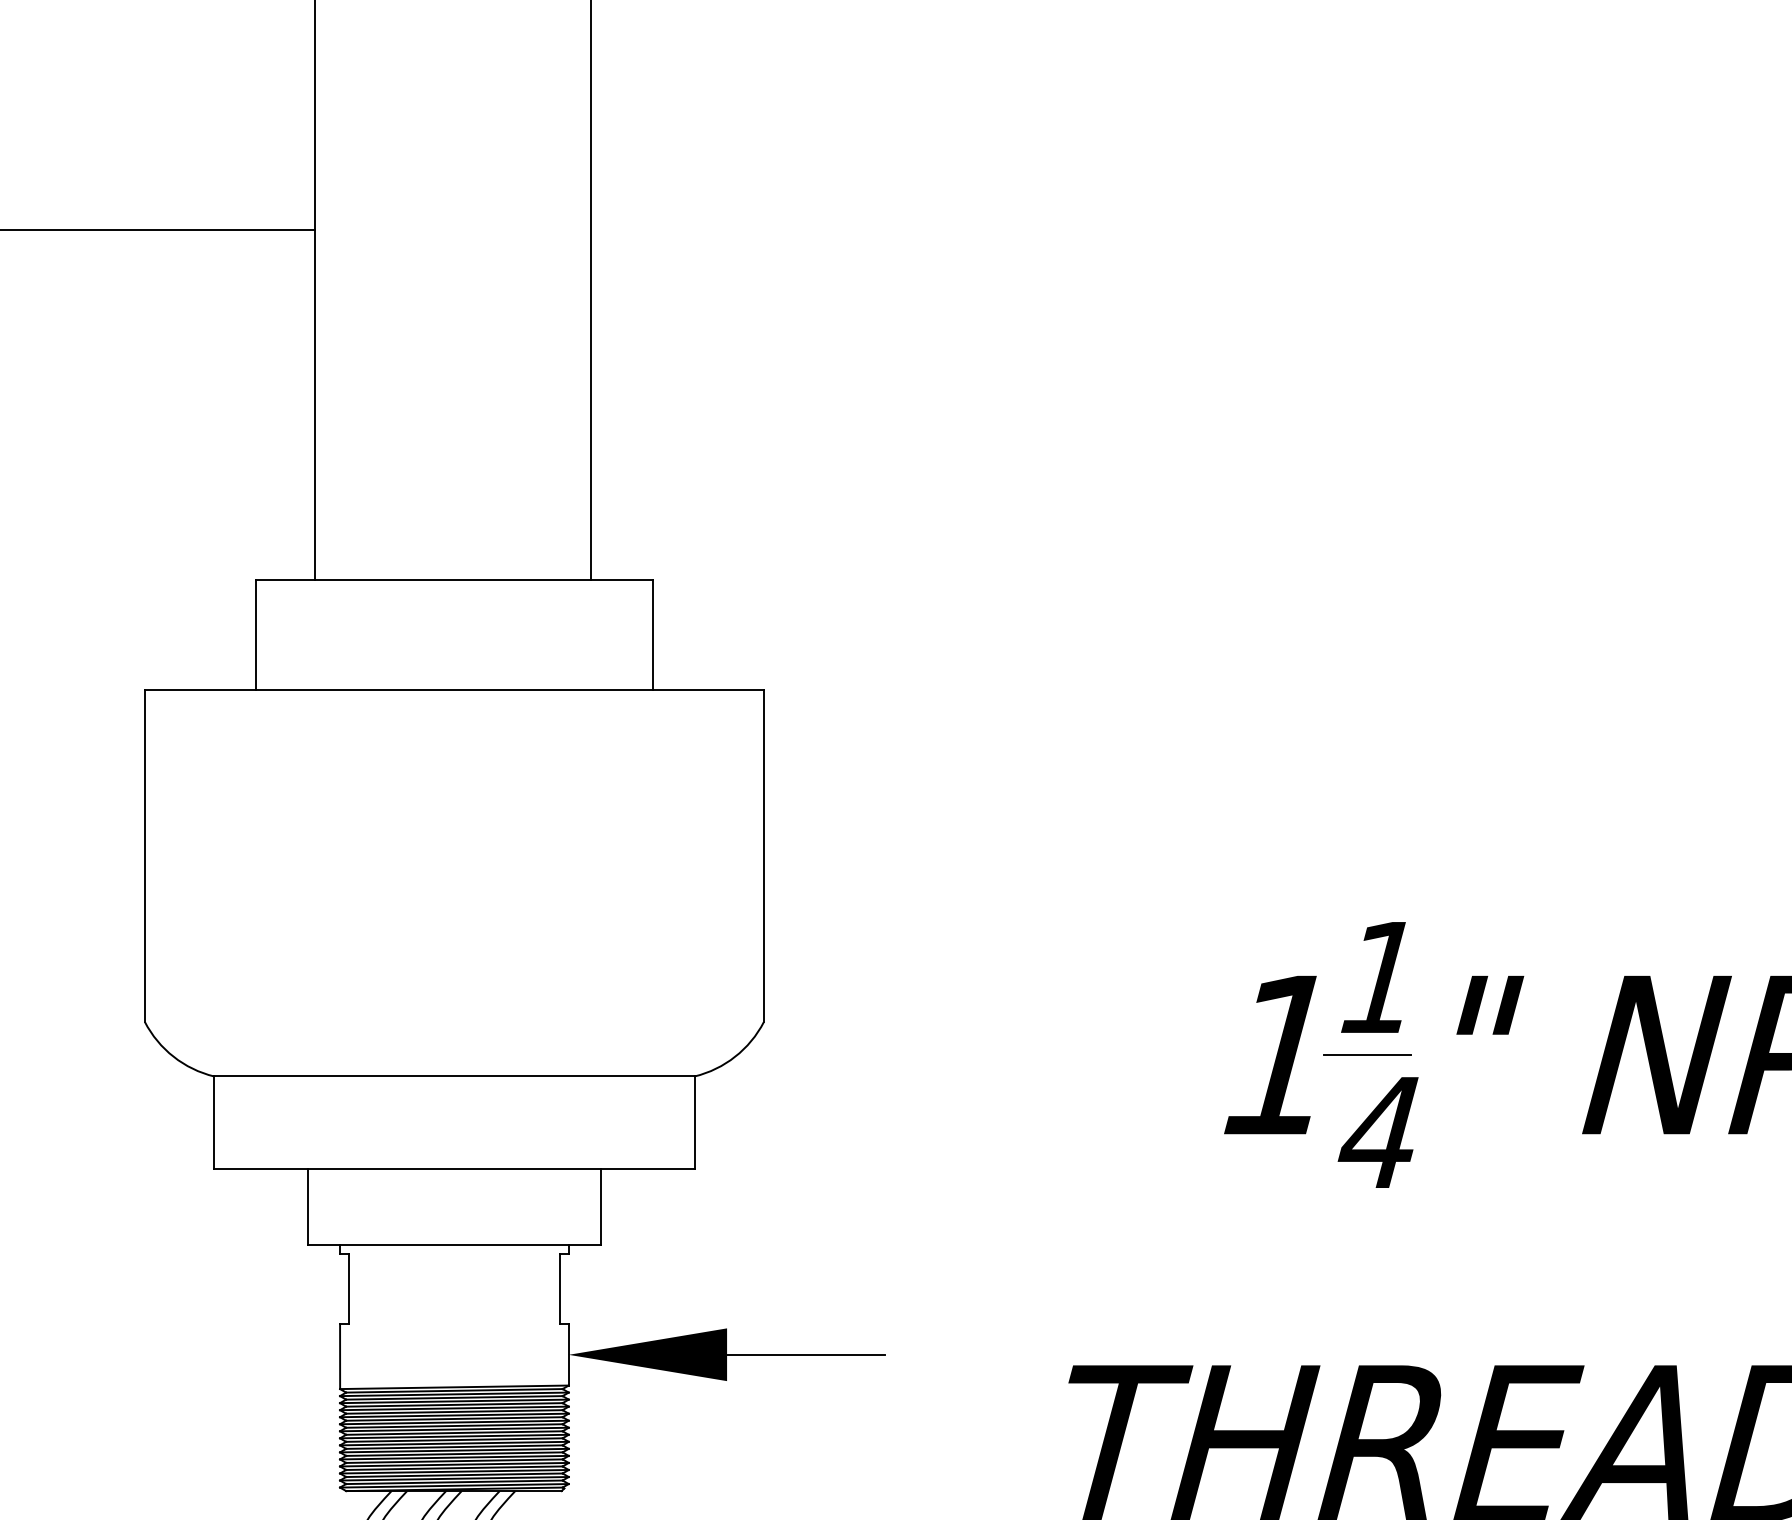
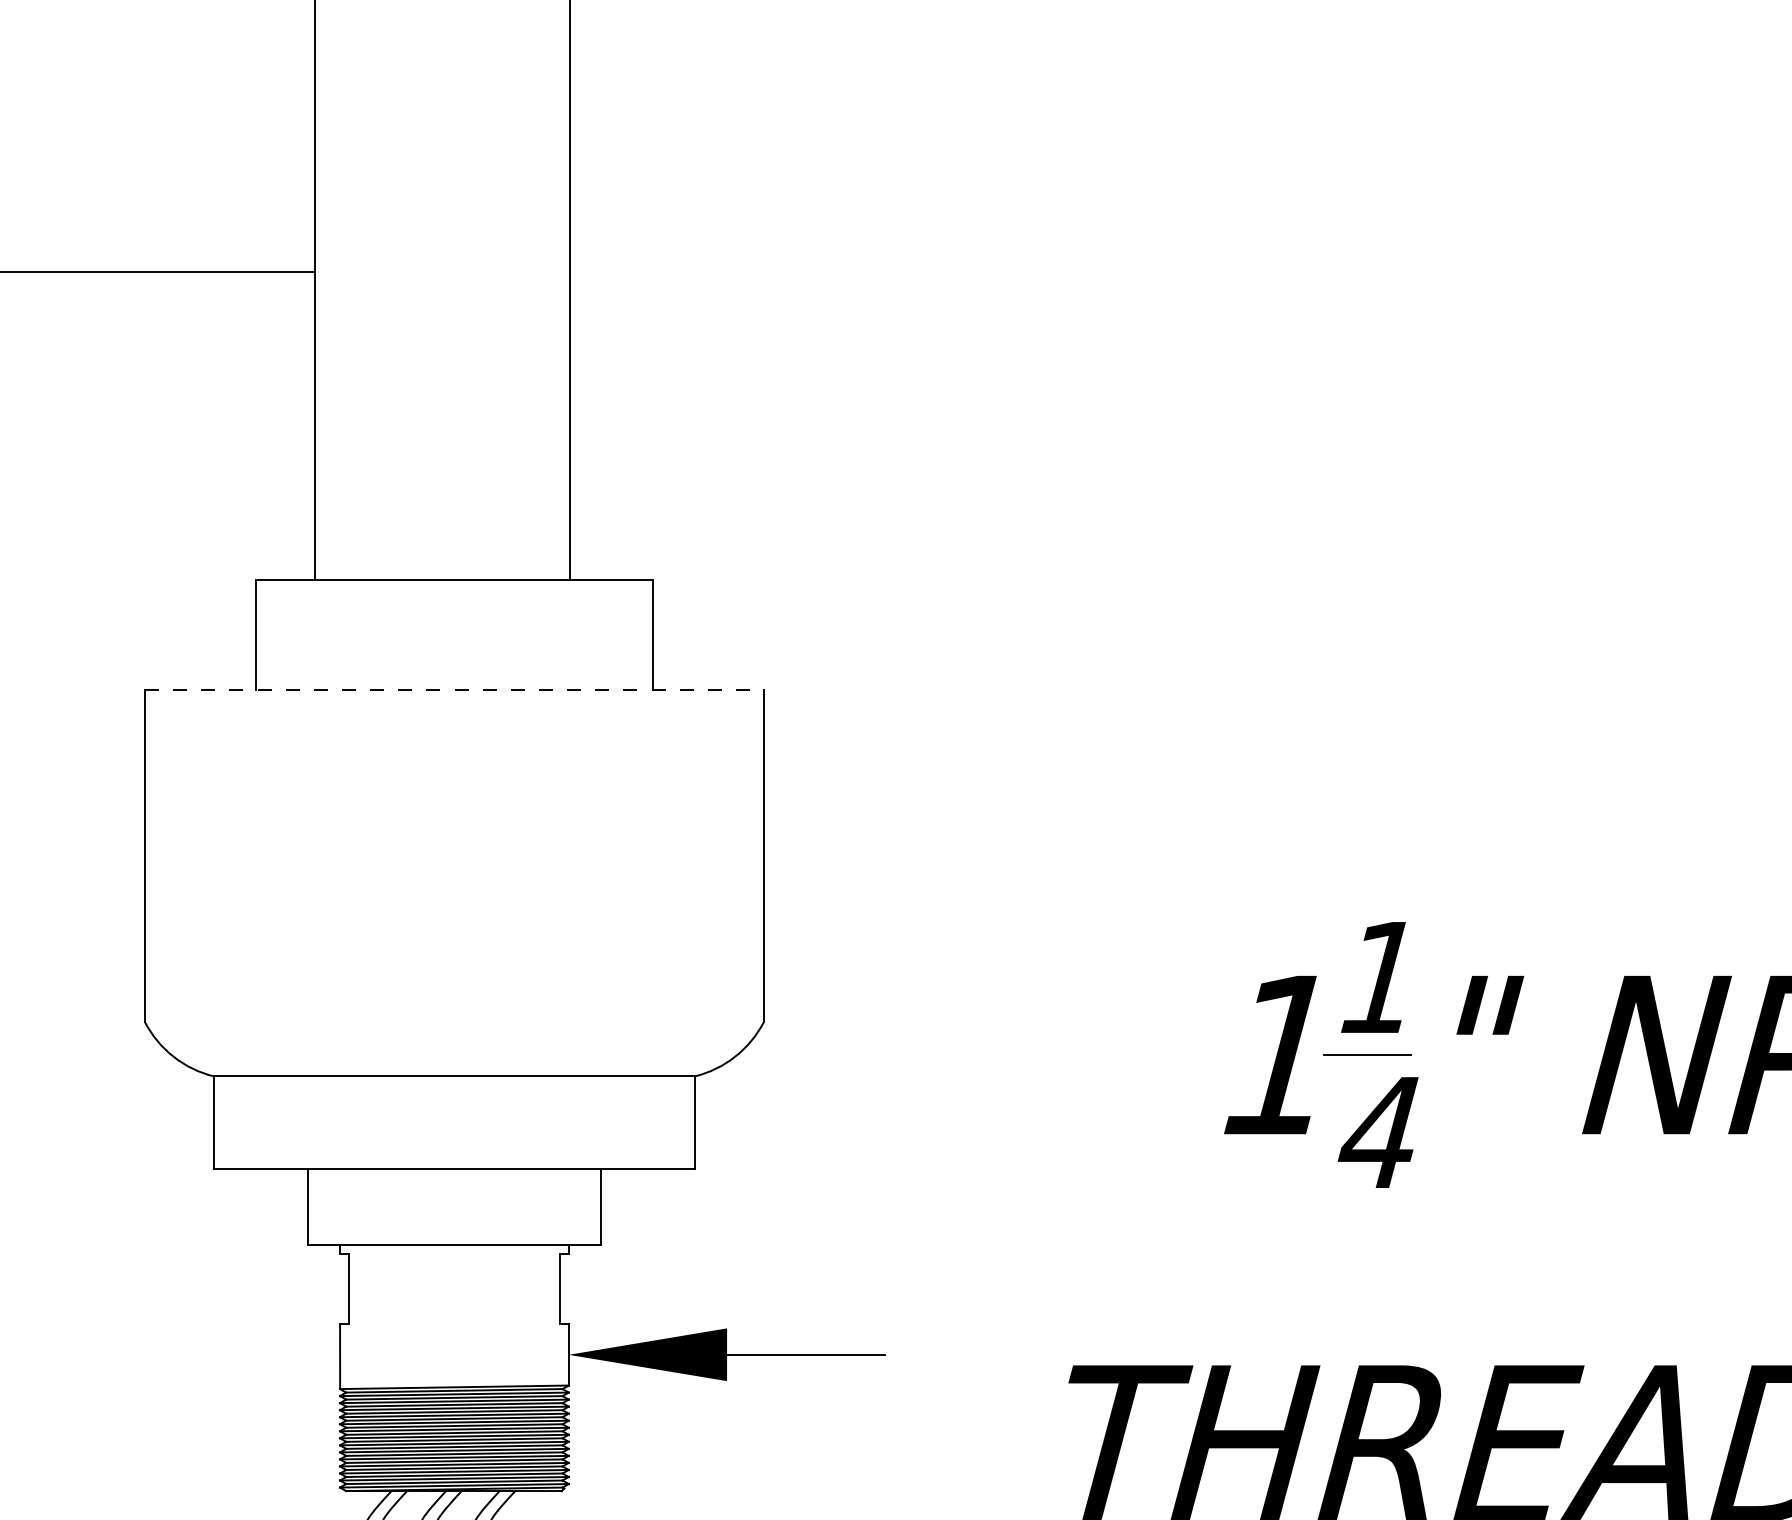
line at (158, 230) position: (158, 230) -> (158, 272)
line at (591, 290) position: (591, 290) -> (570, 290)
line at (454, 690): solid -> dashed
